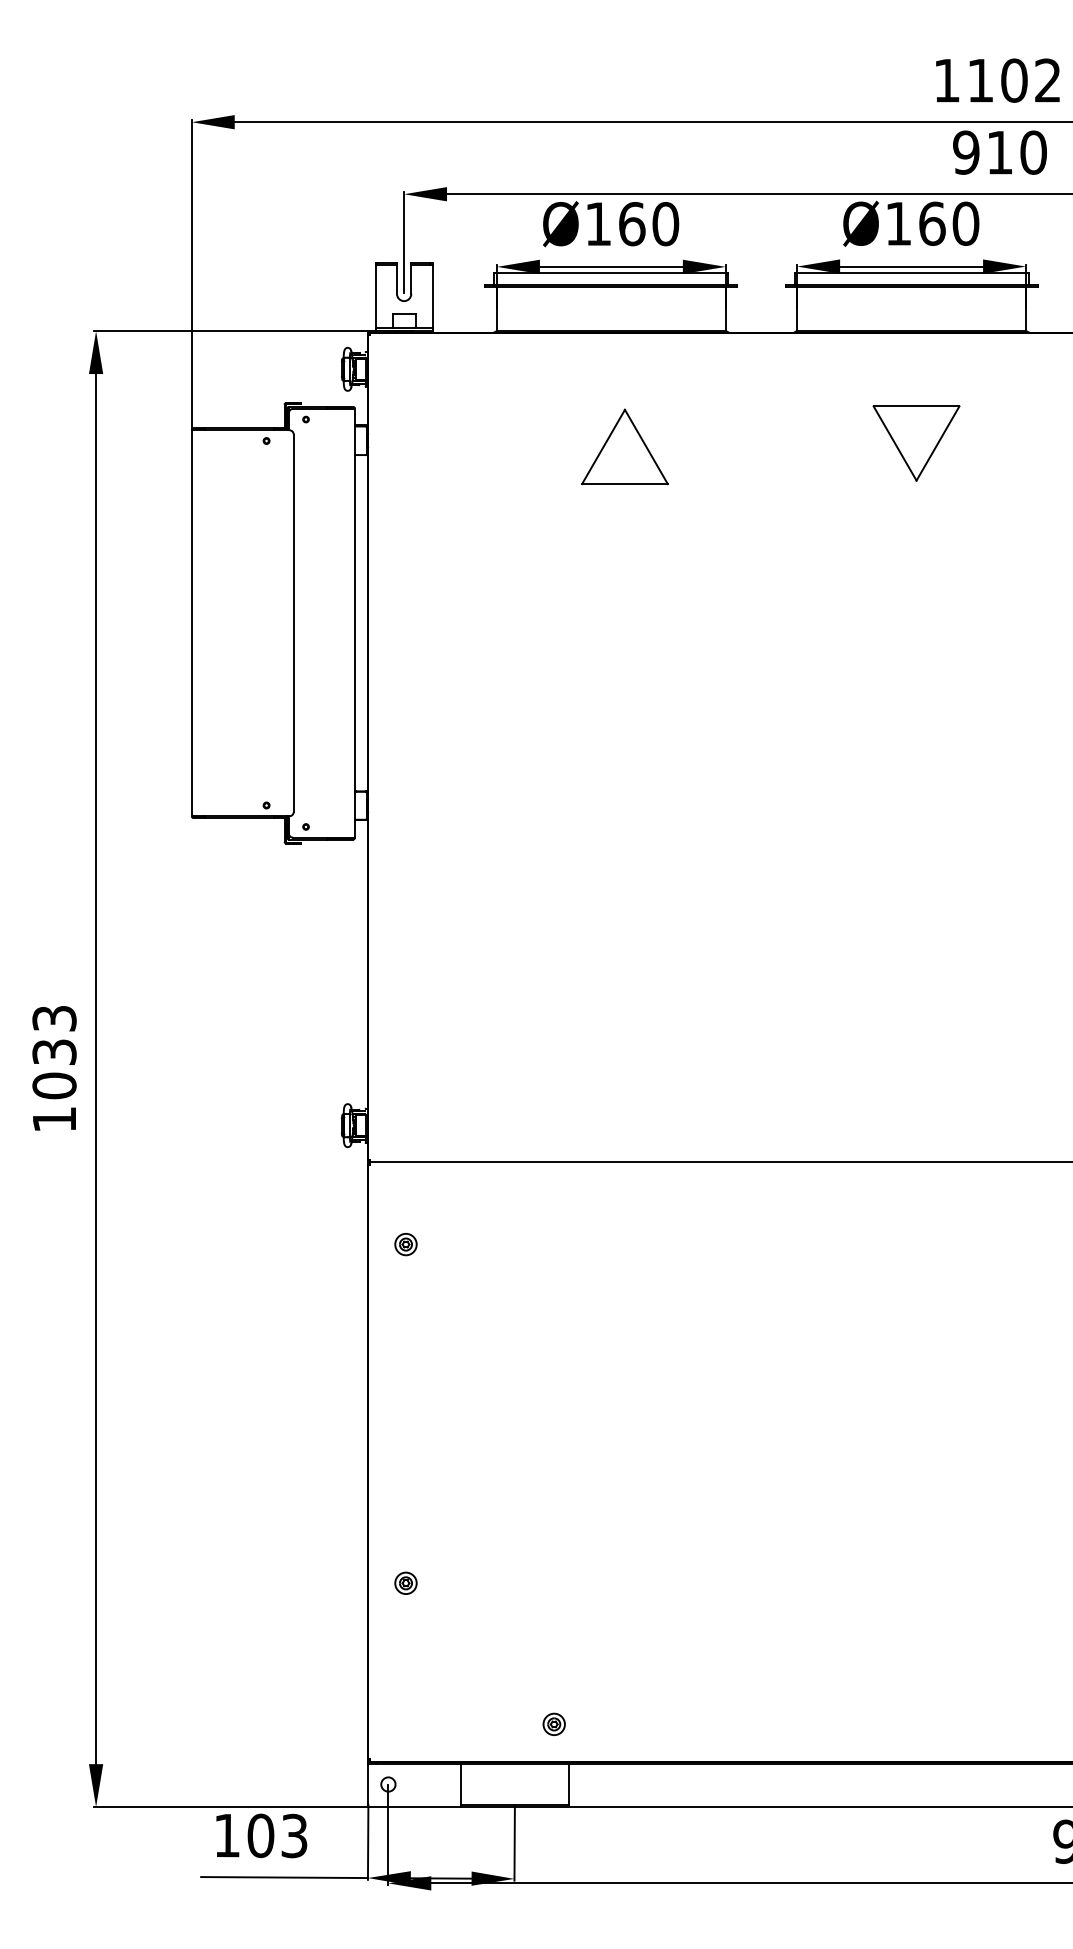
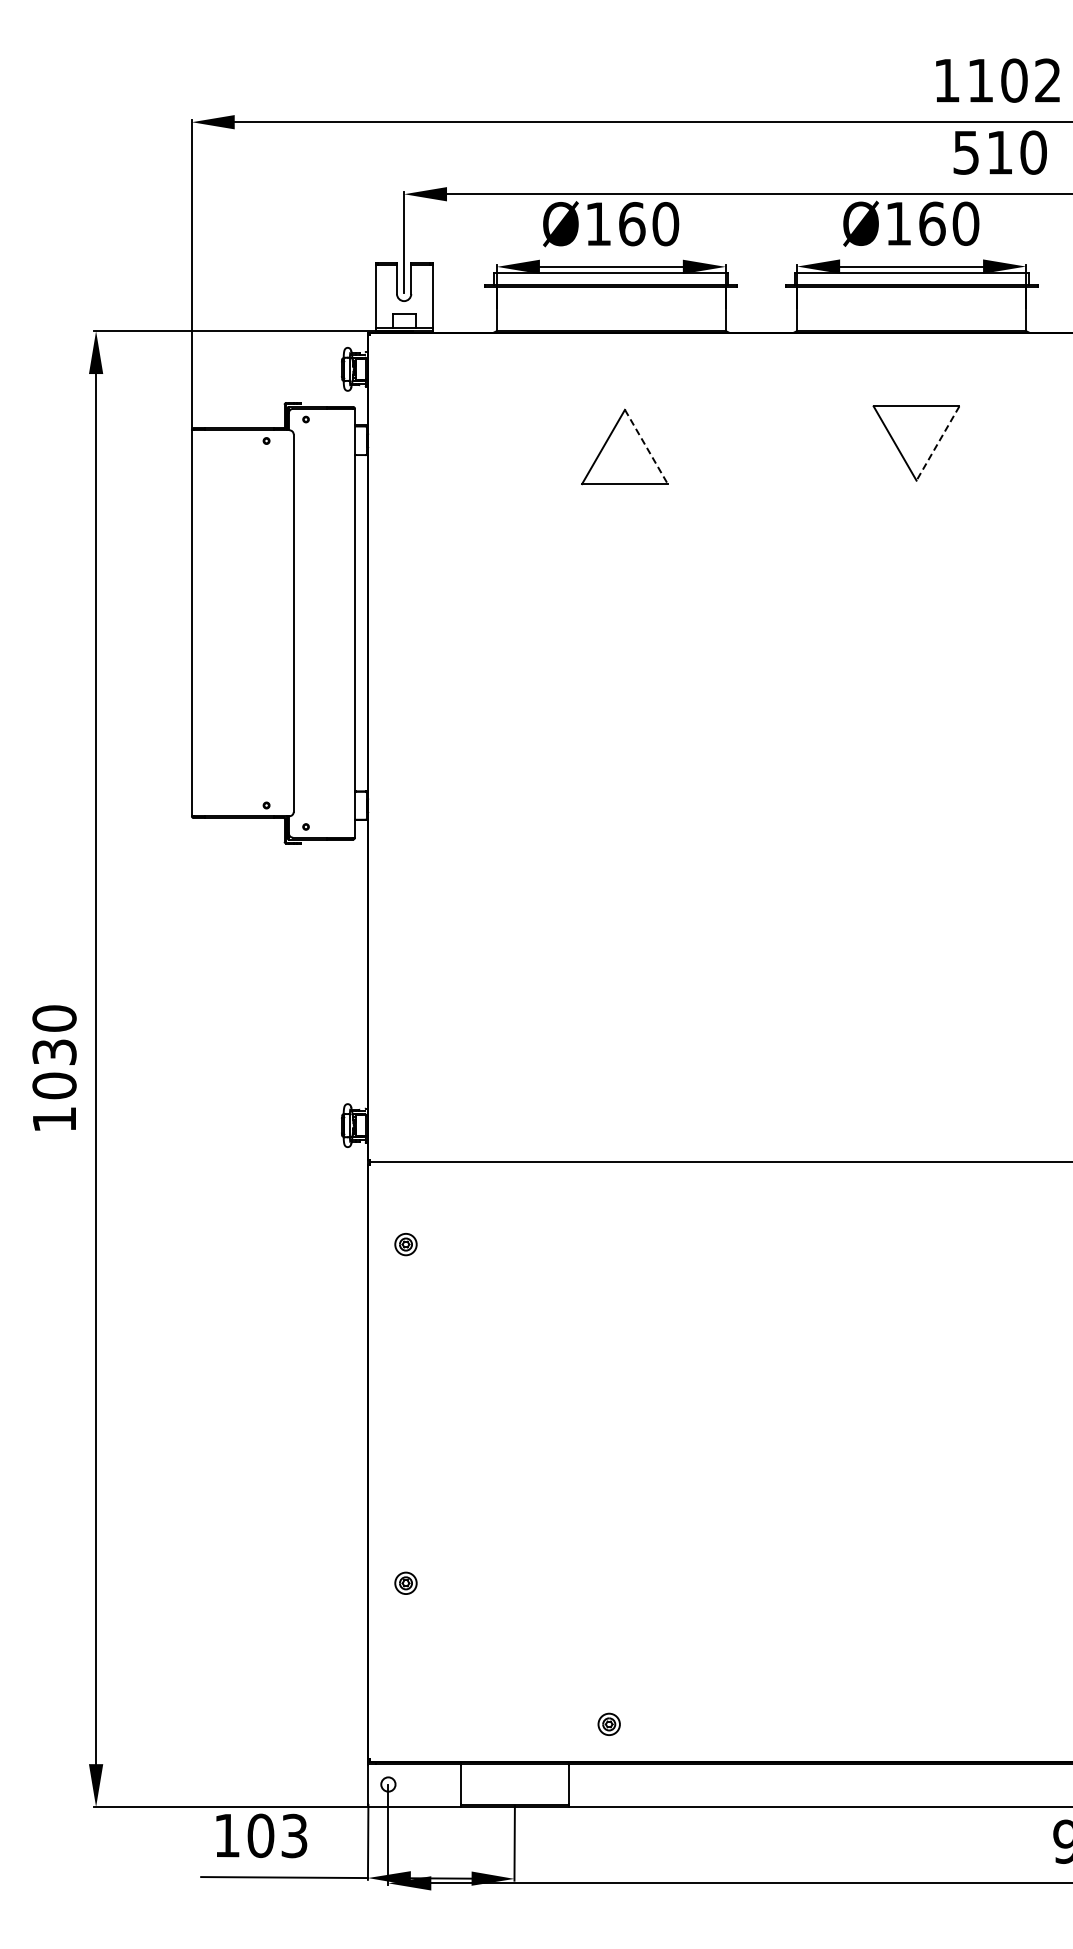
text at (966, 152): 910 -> 510
line at (937, 443): solid -> dashed
line at (646, 446): solid -> dashed
text at (54, 1018): 1033 -> 1030
part at (553, 1723) position: (553, 1723) -> (608, 1723)
